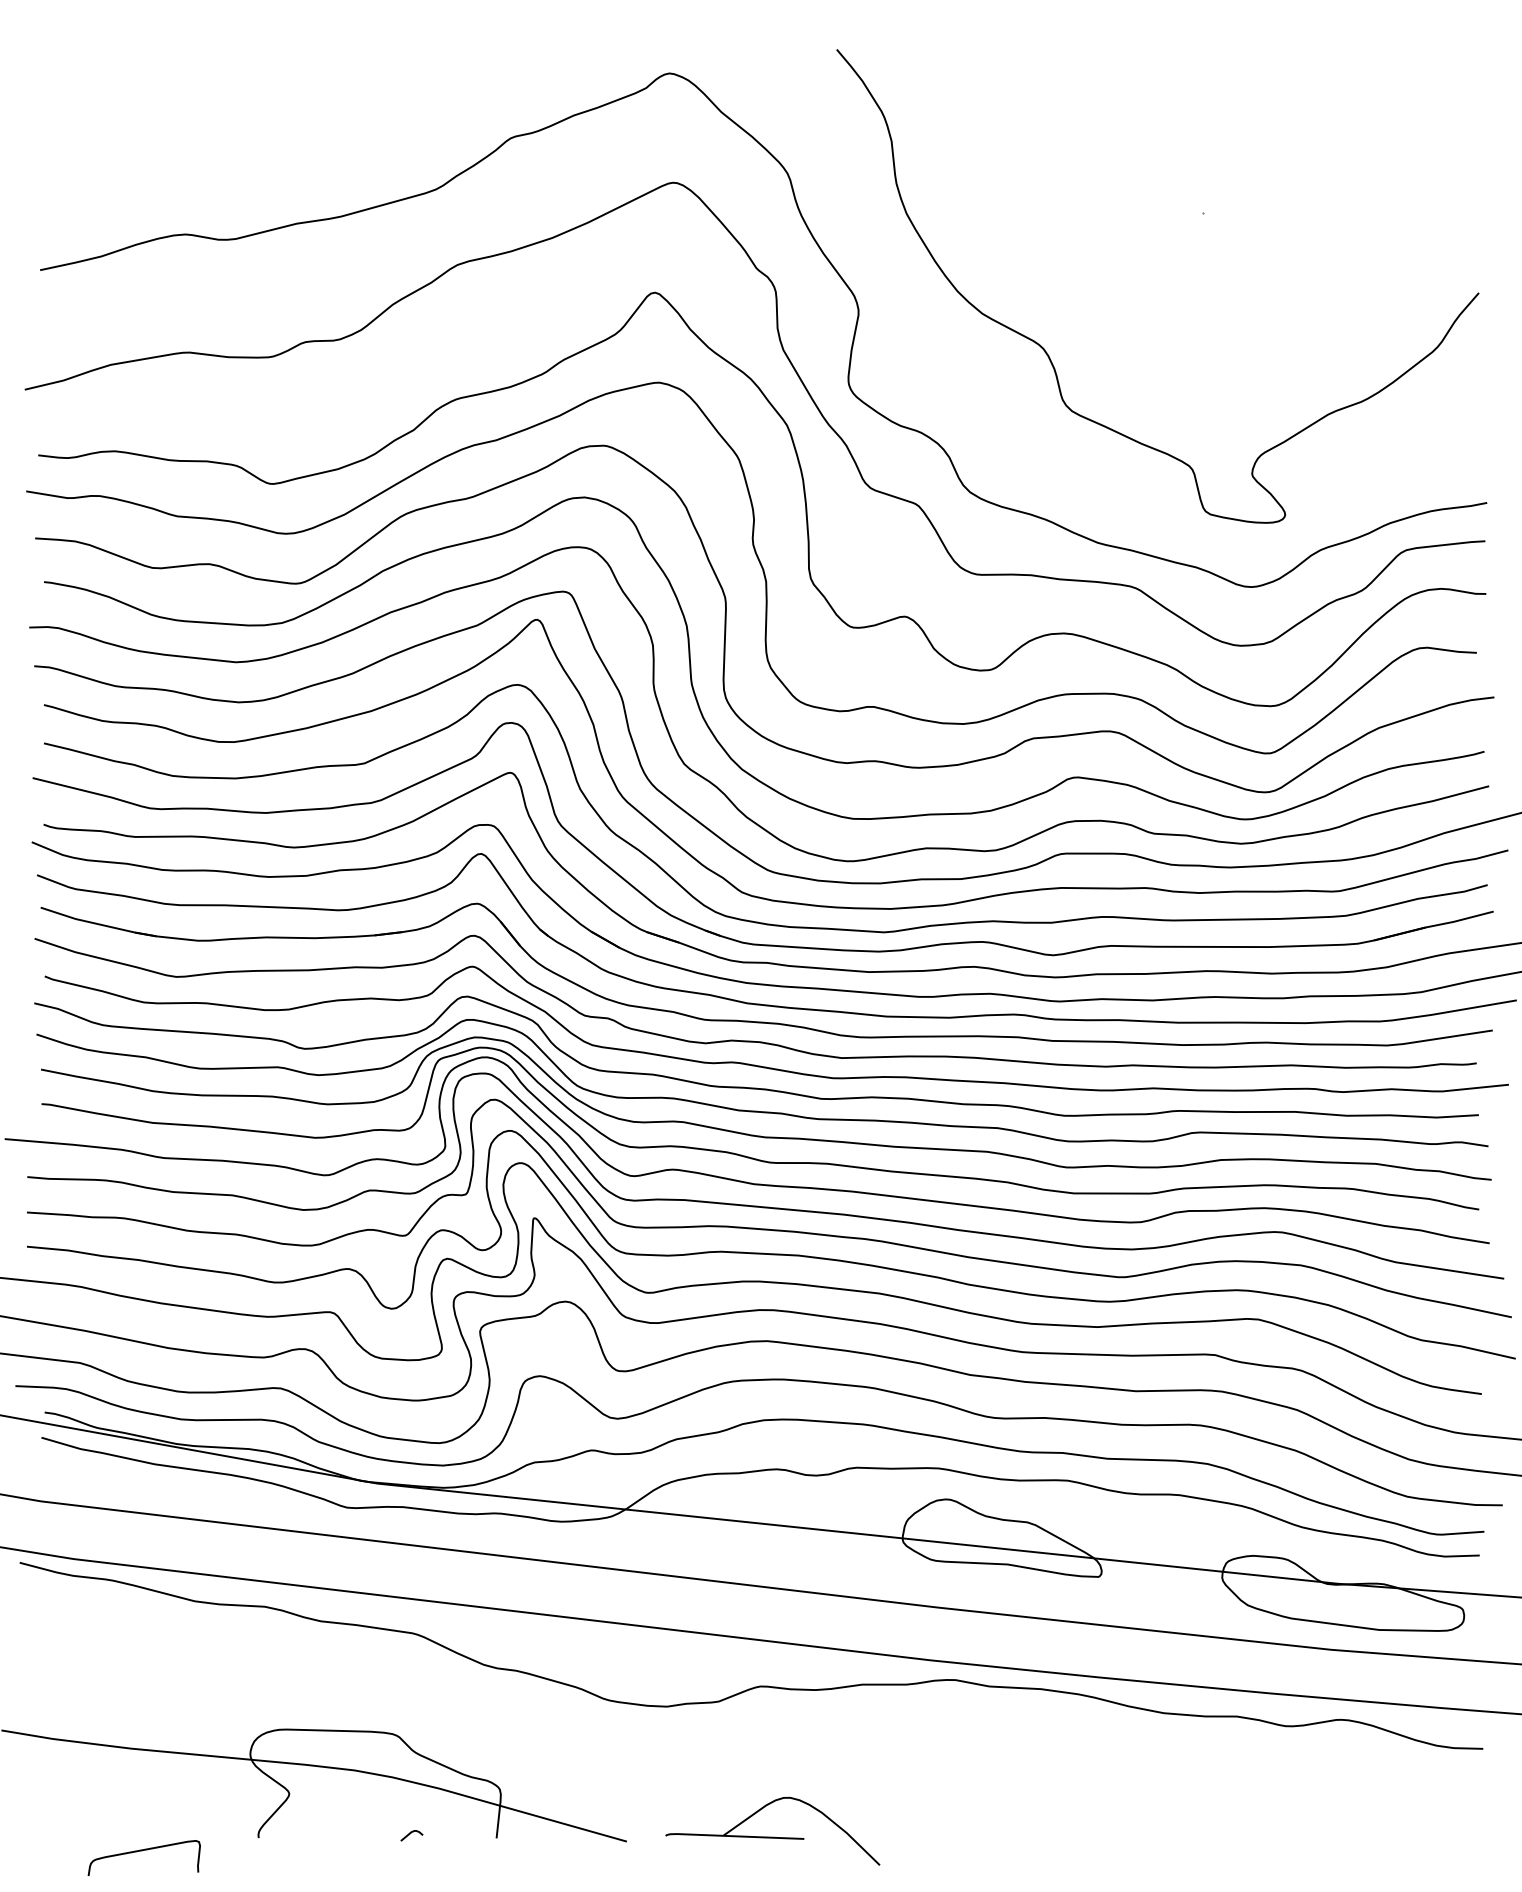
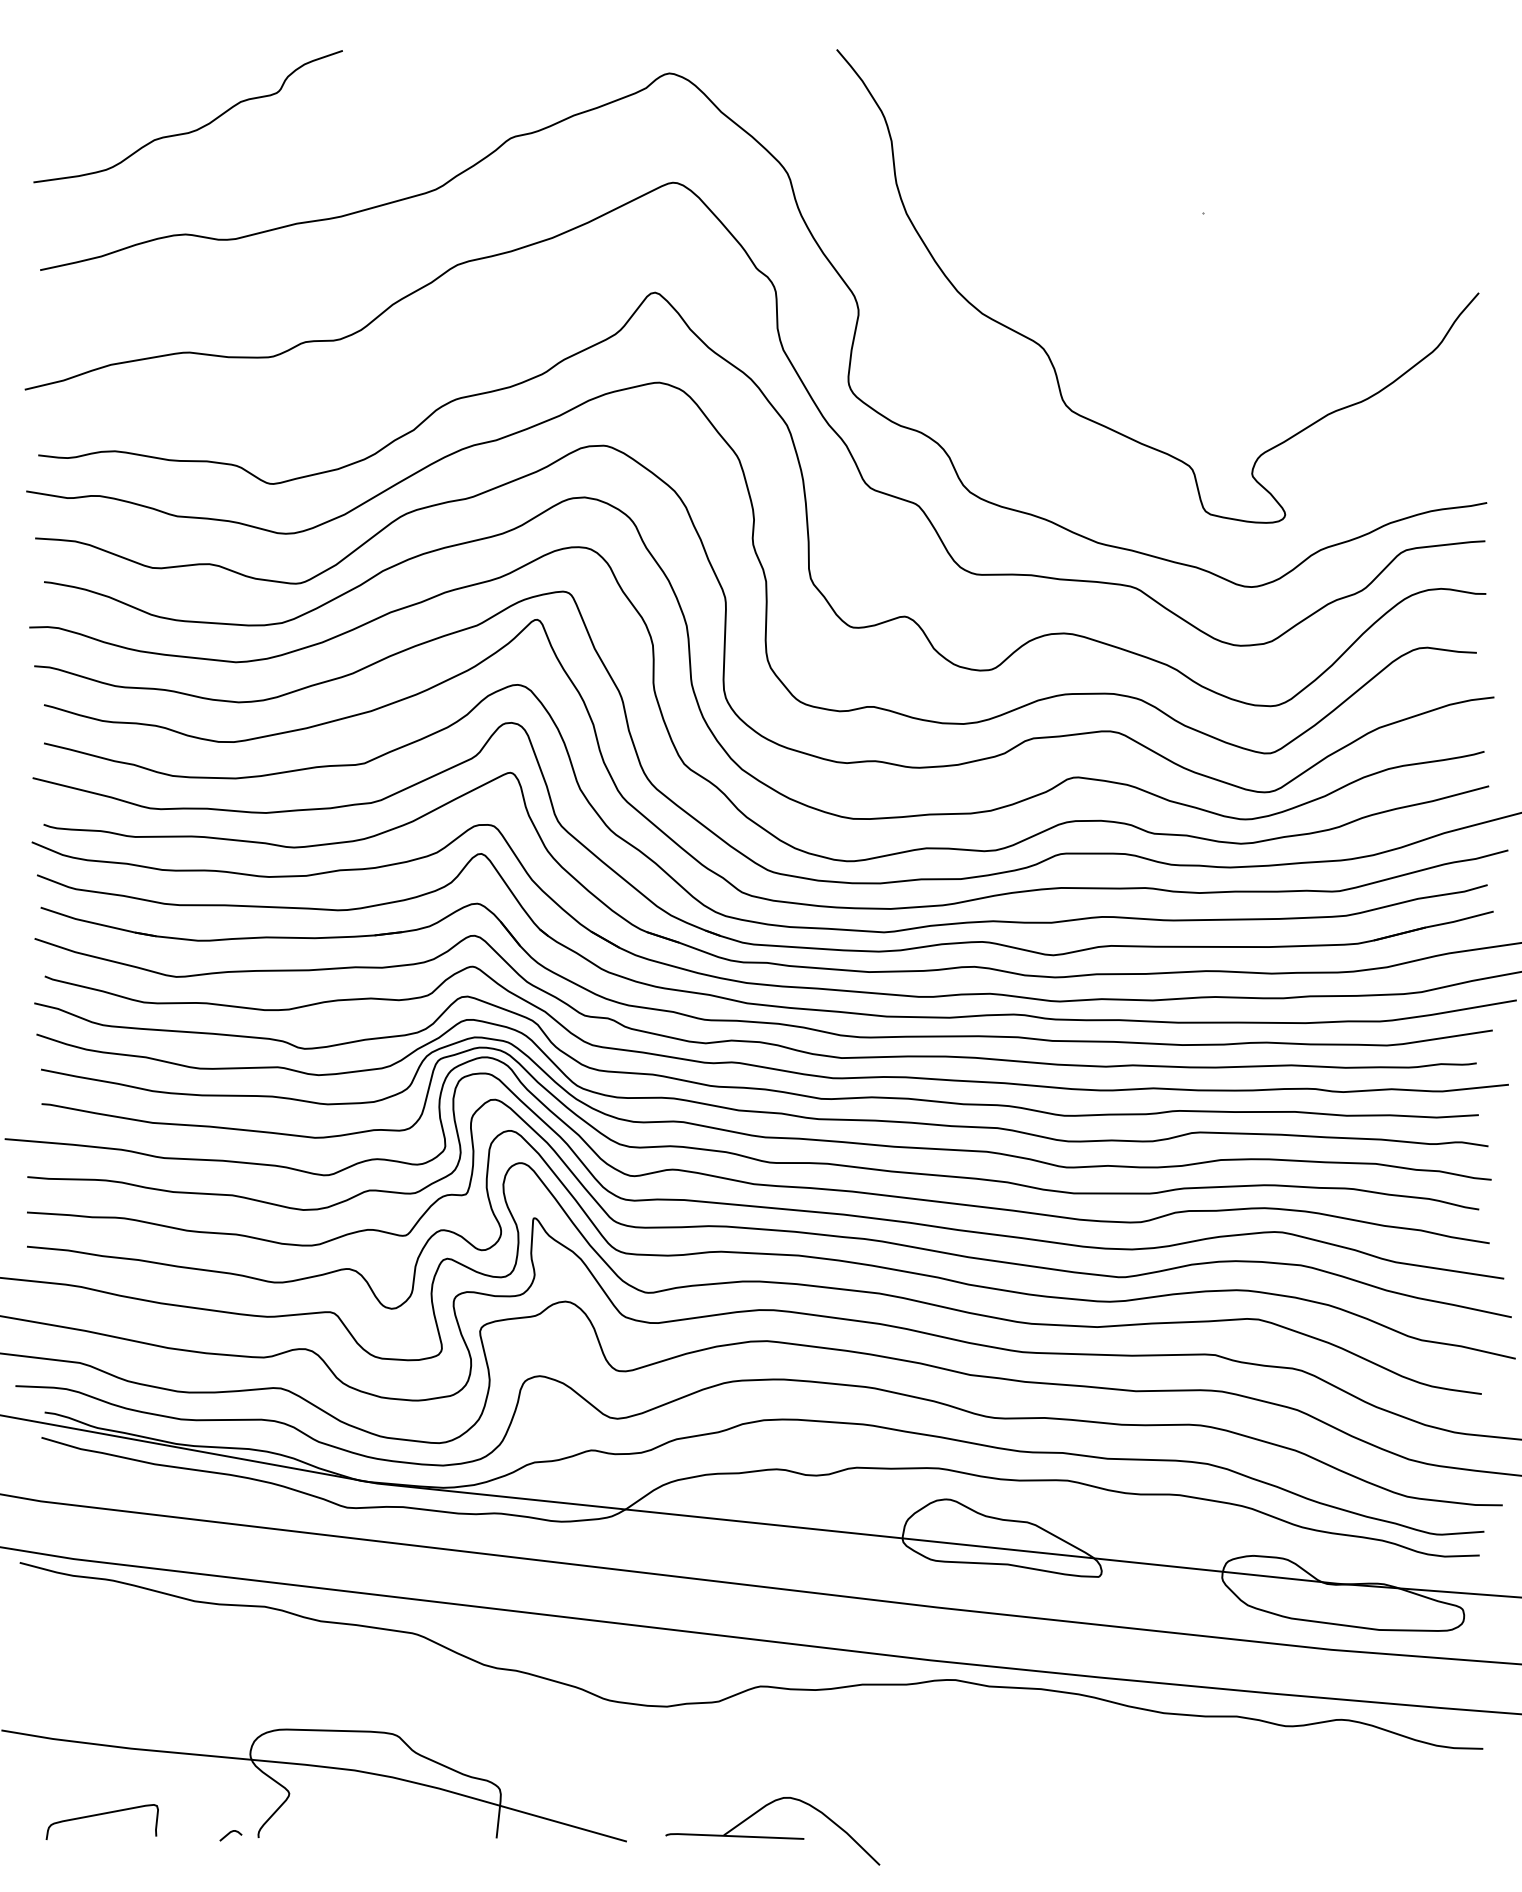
curve at (192, 130): none -> present
curve at (410, 1834) position: (410, 1834) -> (229, 1834)
curve at (142, 1851) position: (142, 1851) -> (100, 1815)
